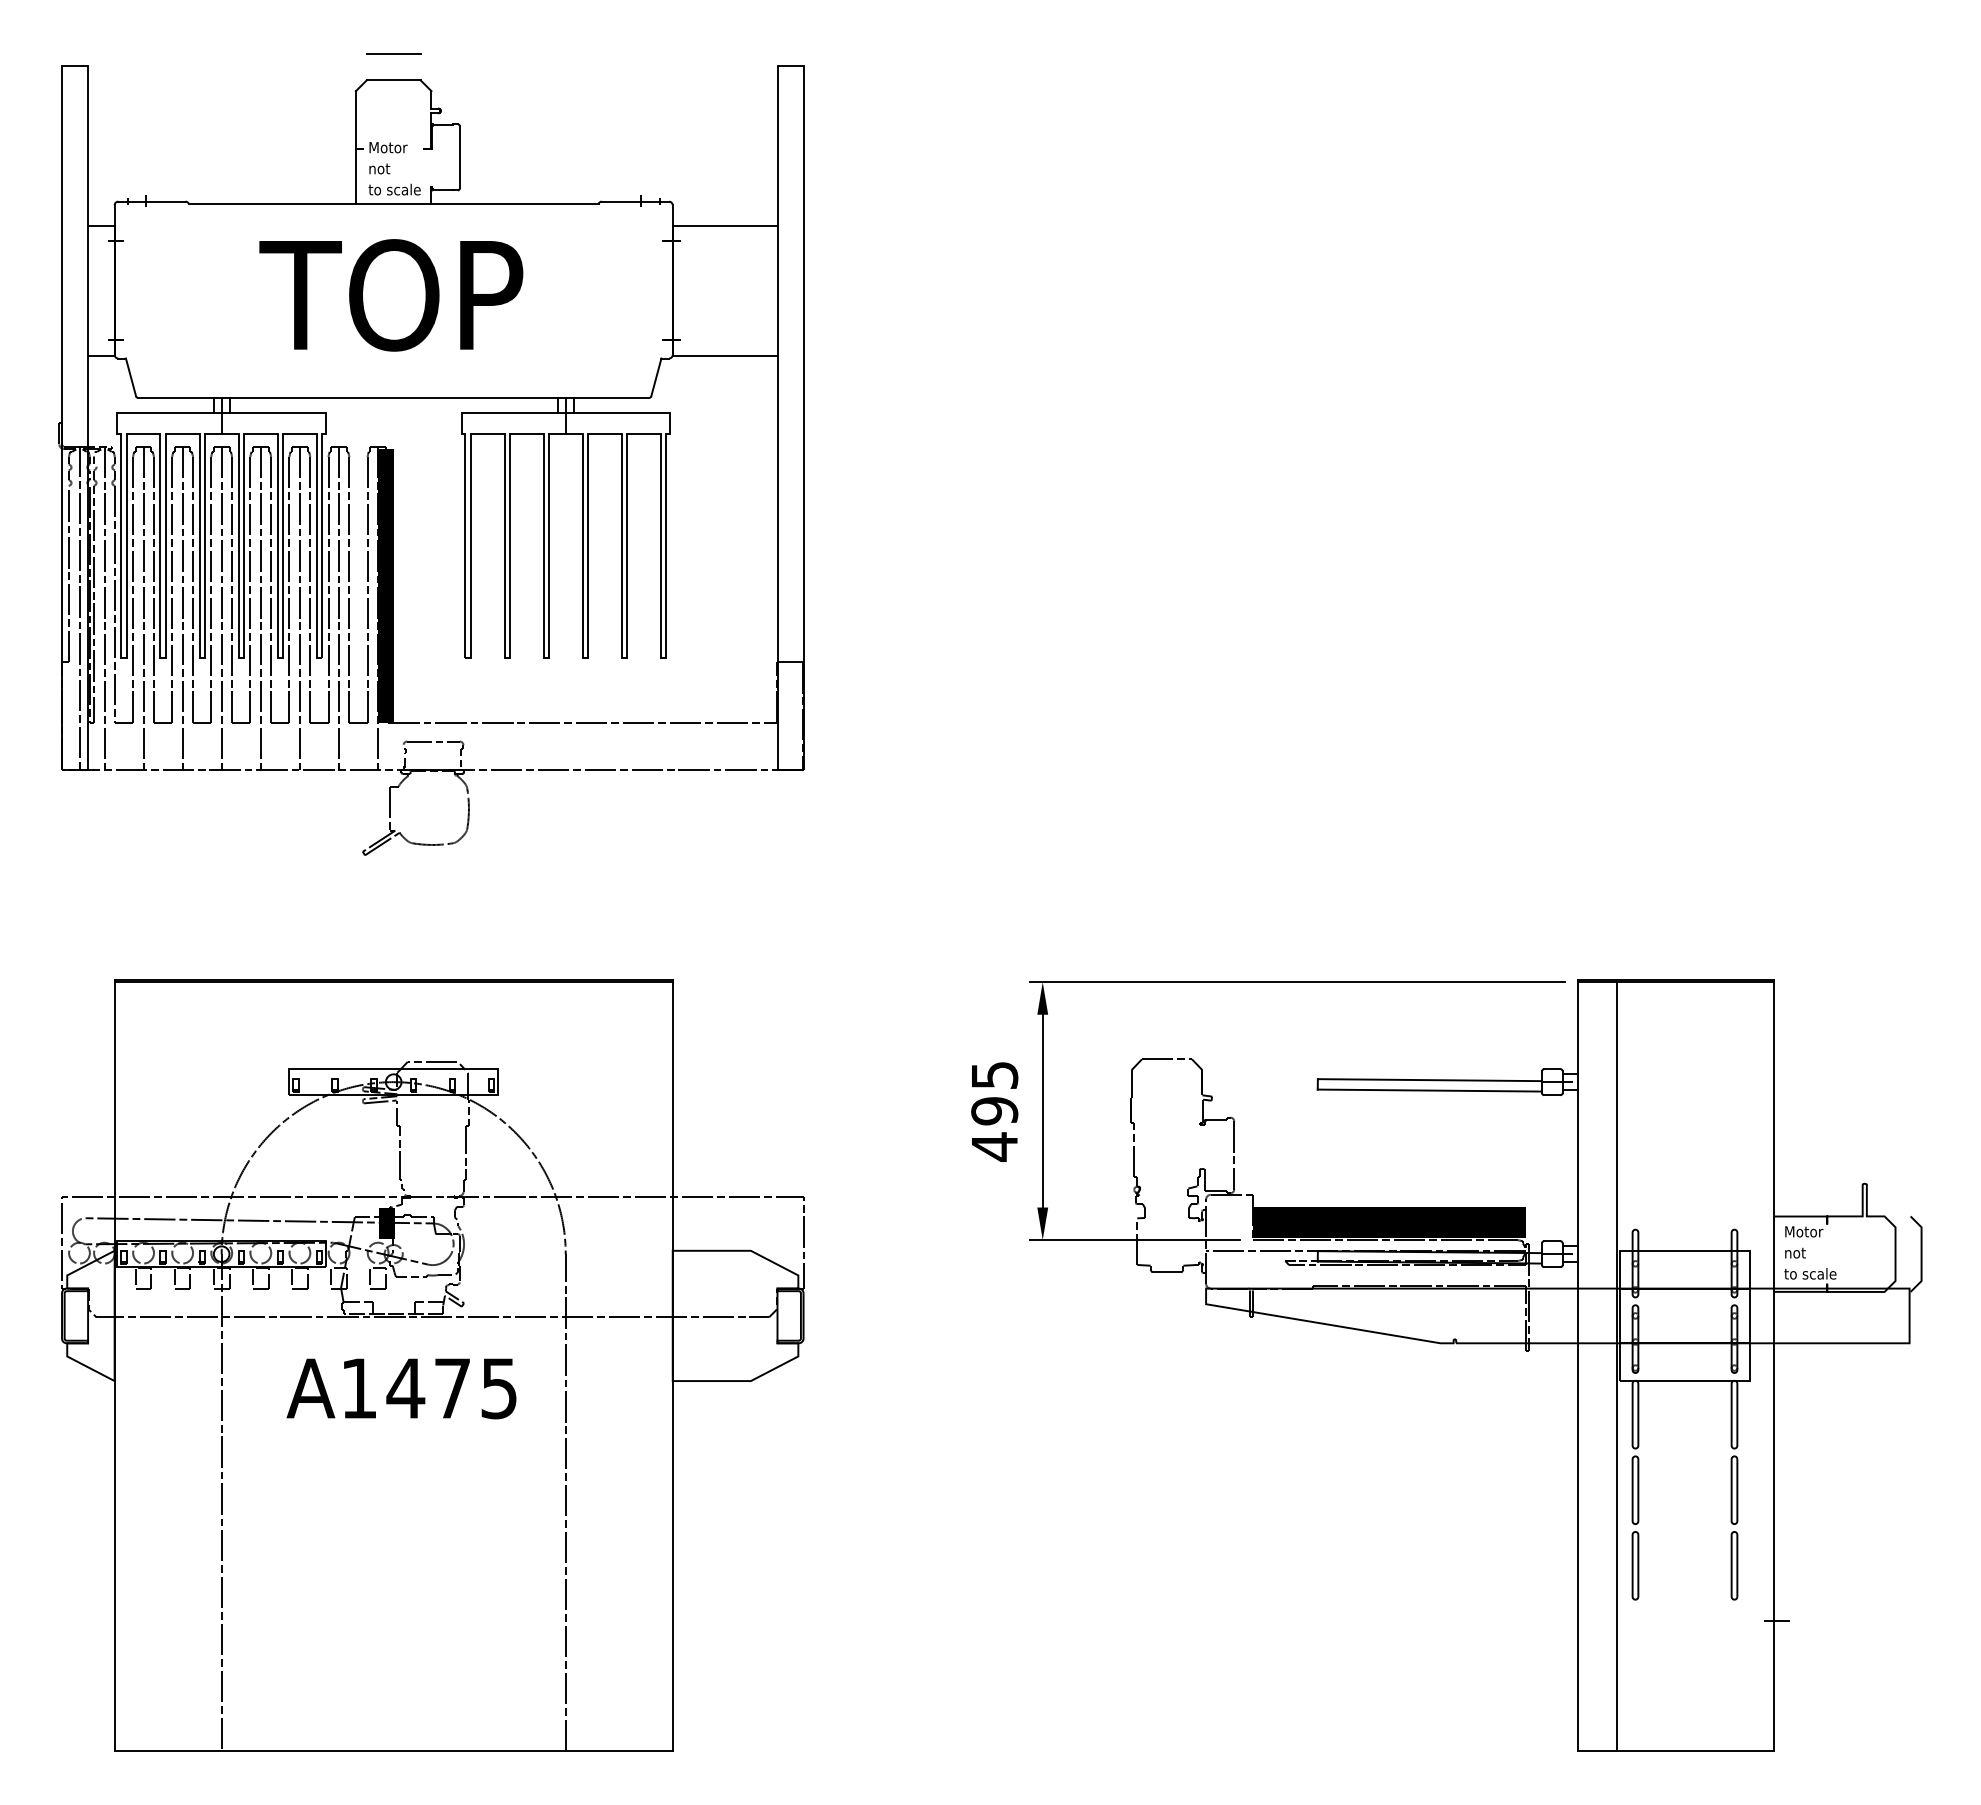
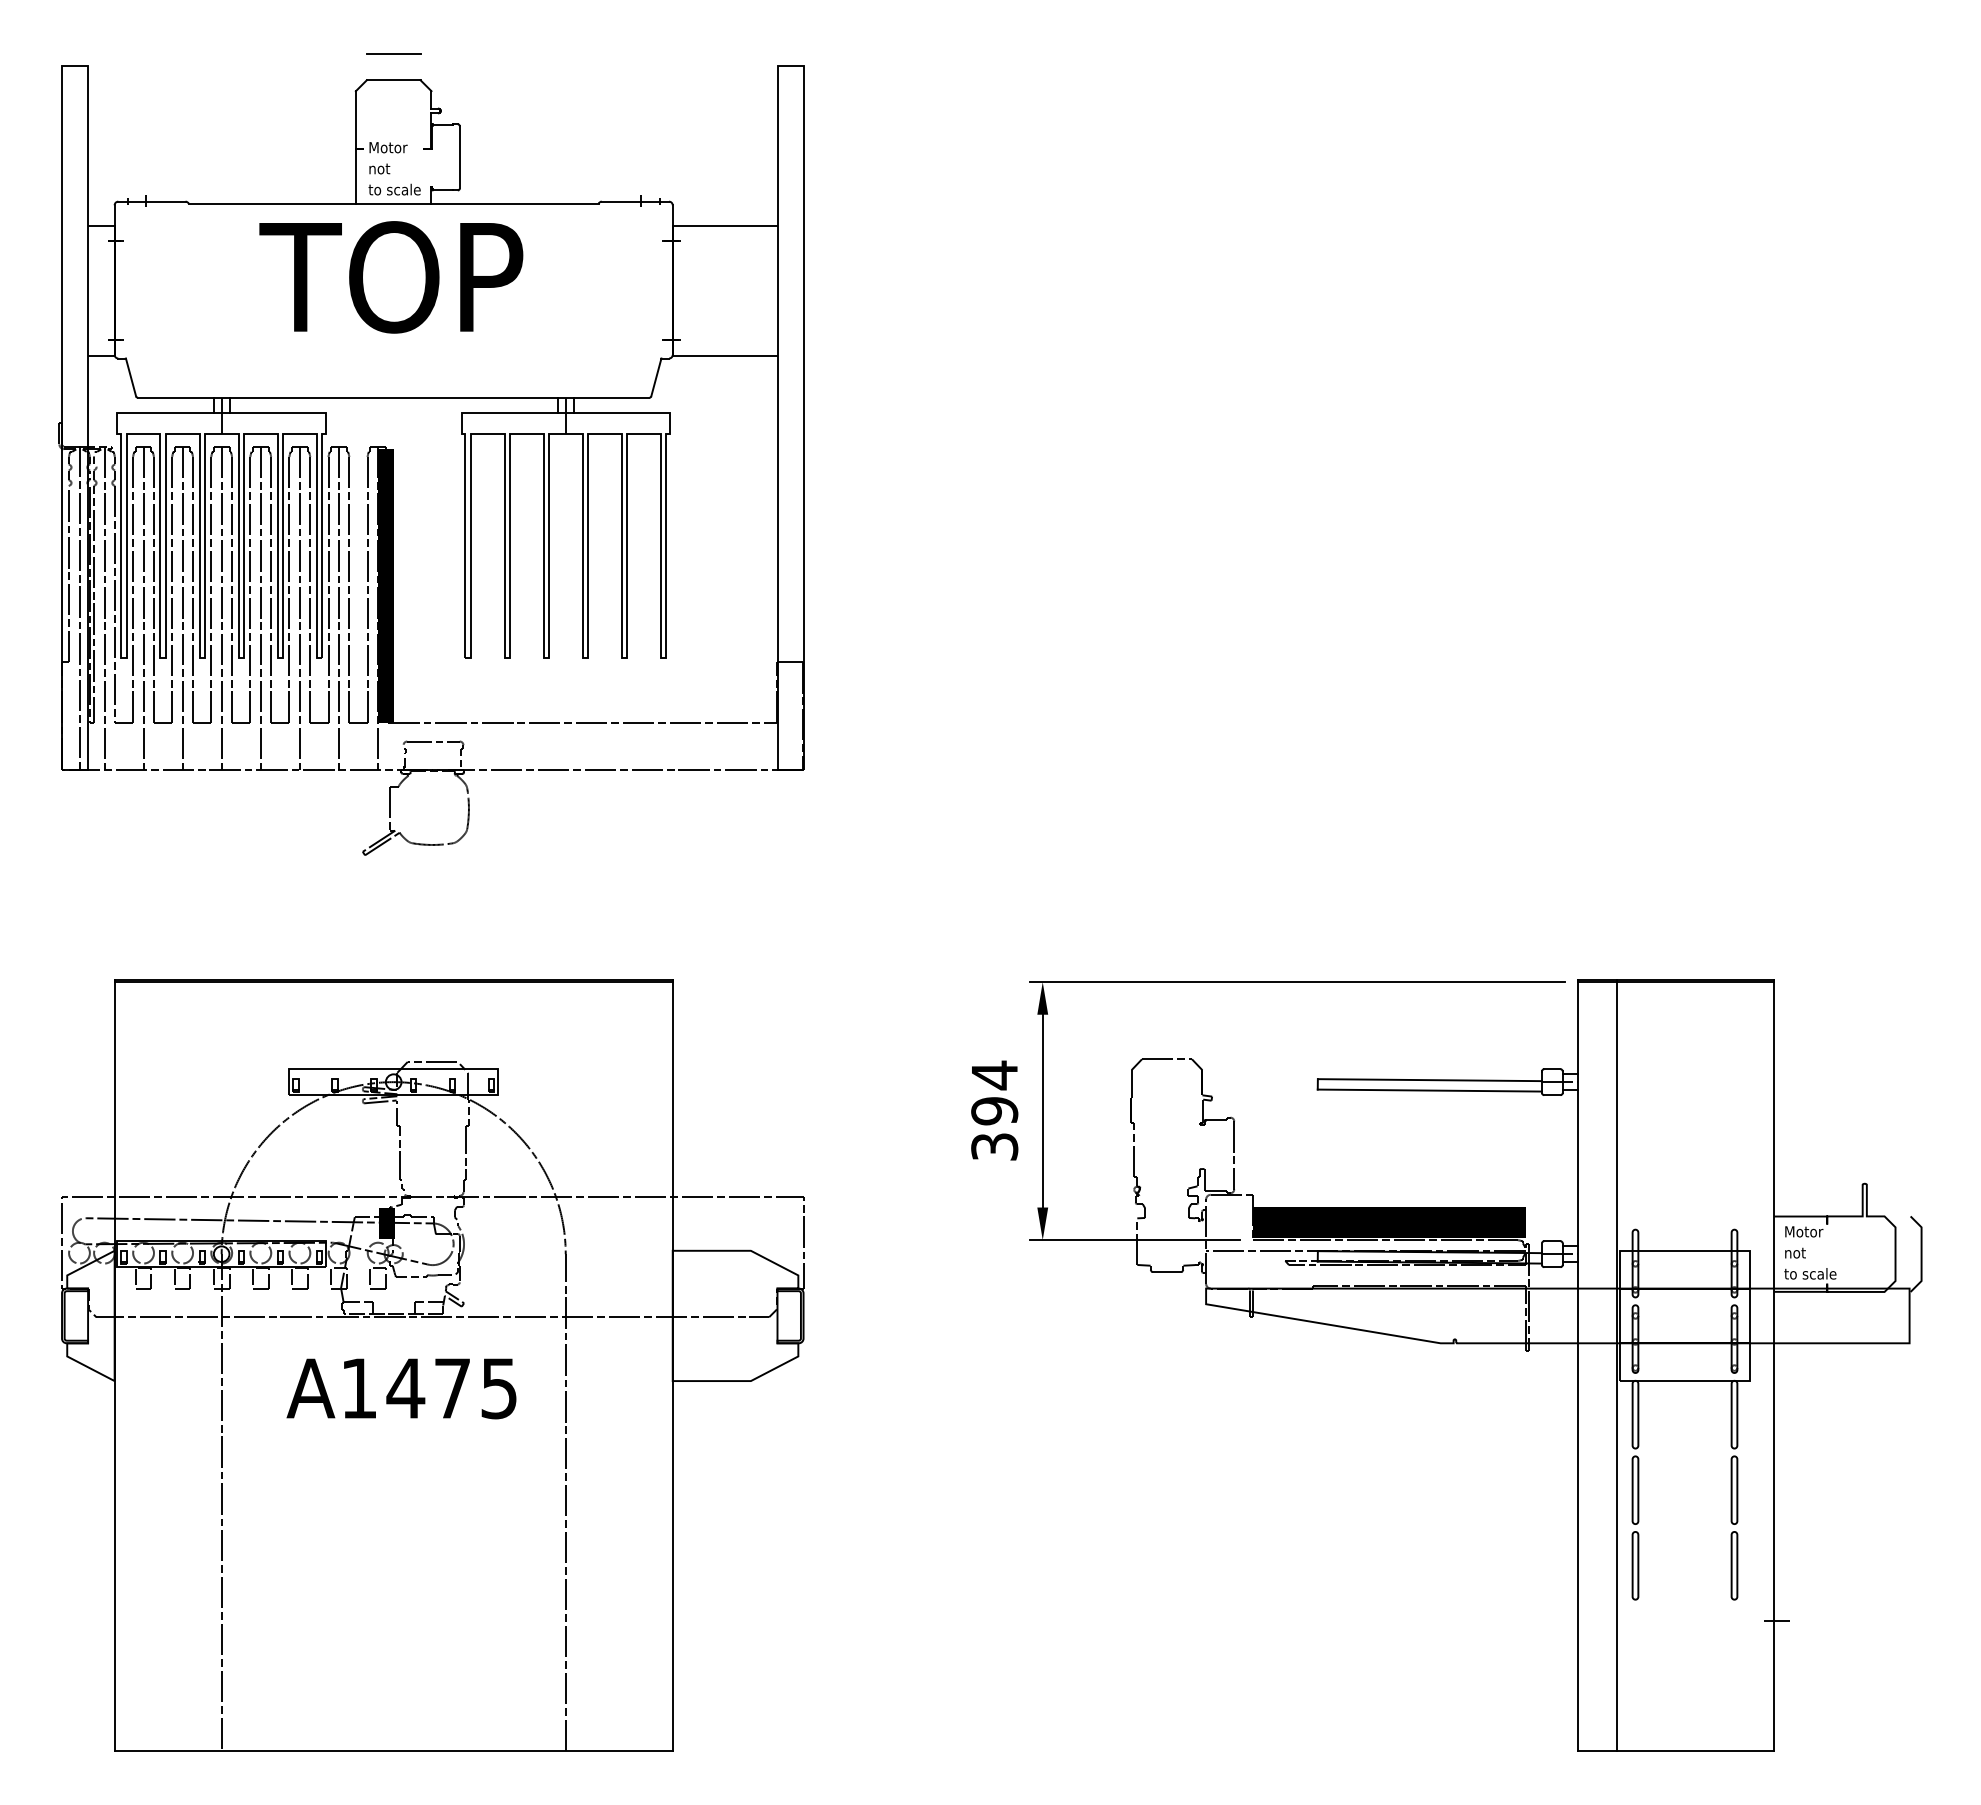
text at (391, 295) position: (391, 295) -> (391, 277)
text at (994, 1110): 495 -> 394
